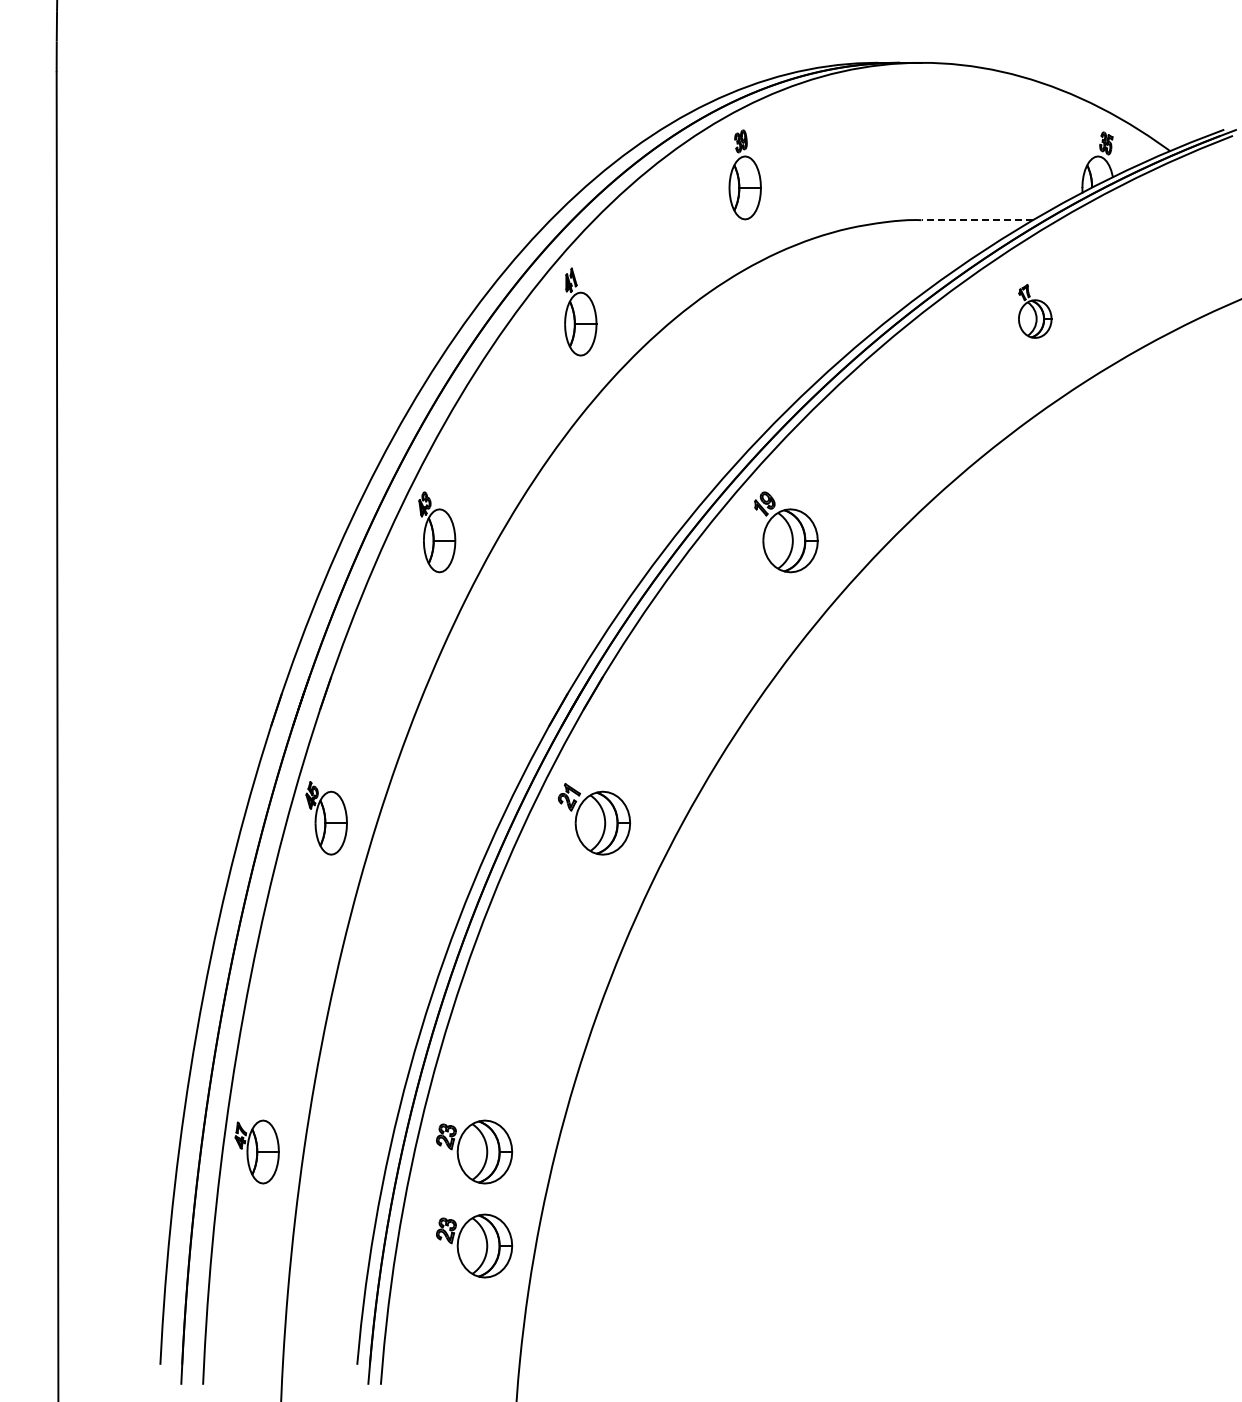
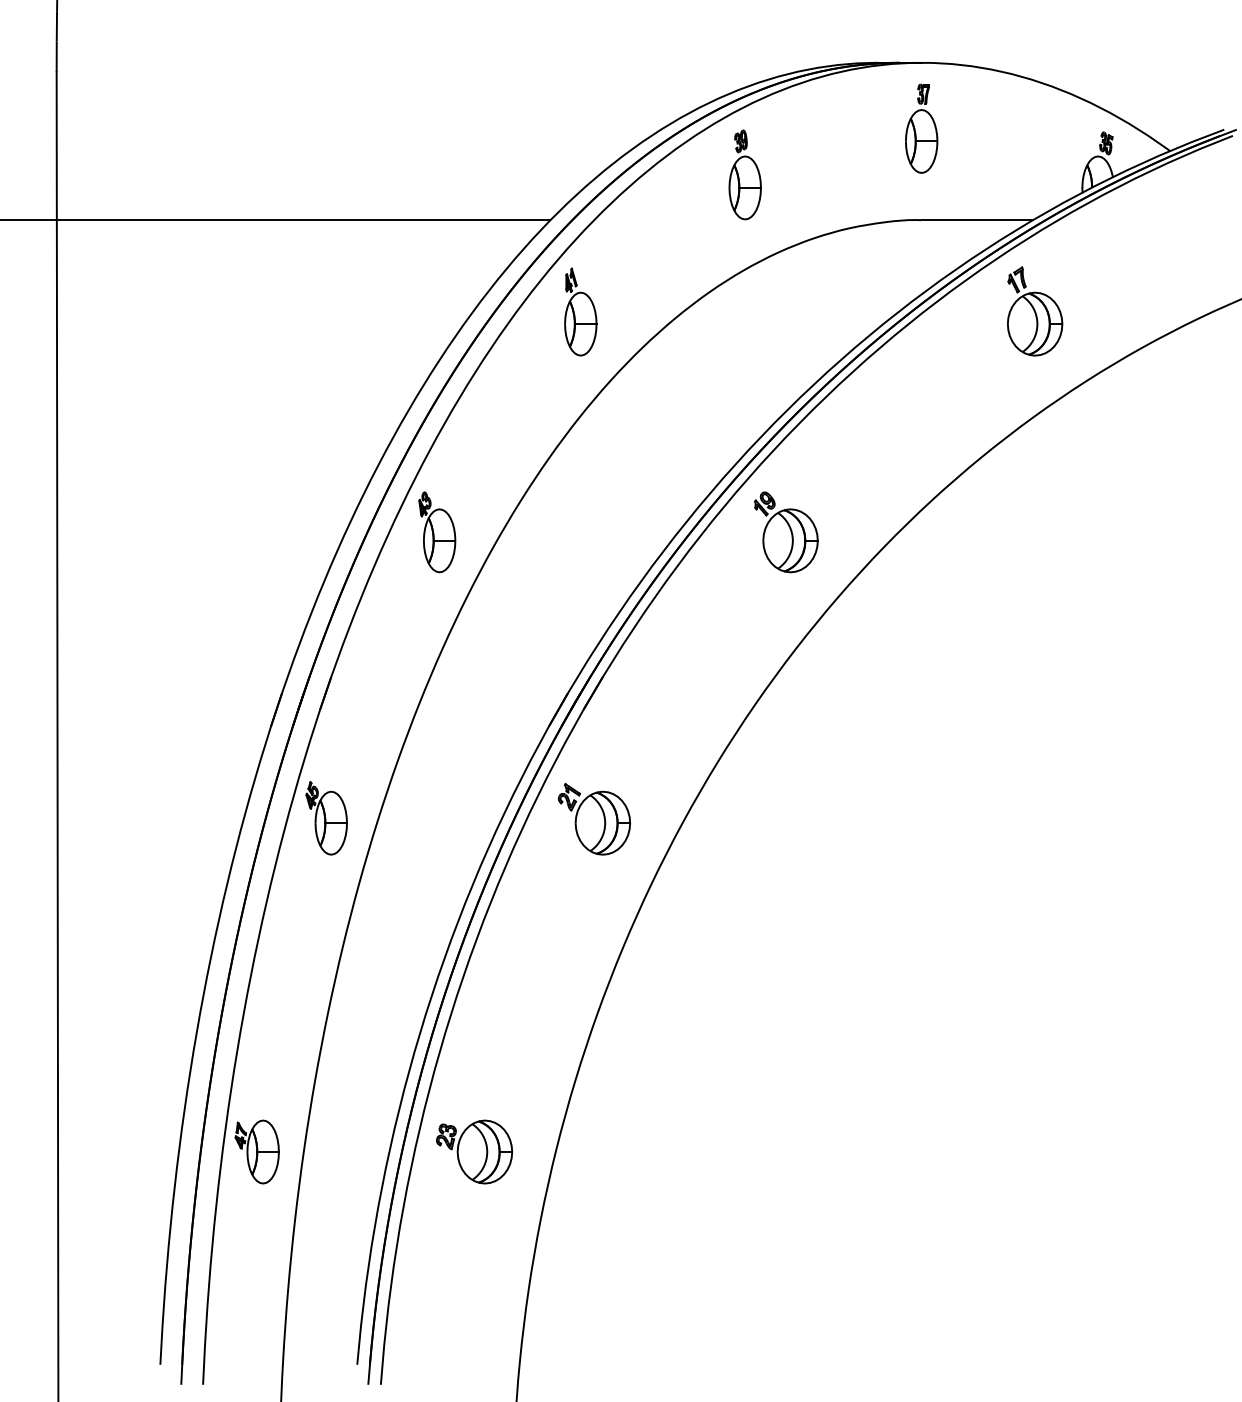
part at (921, 128): none -> present
line at (276, 220): none -> present
line at (977, 220): dashed -> solid
part at (1035, 311) size: 35x55 px -> 57x91 px
part at (474, 1245): present -> none
